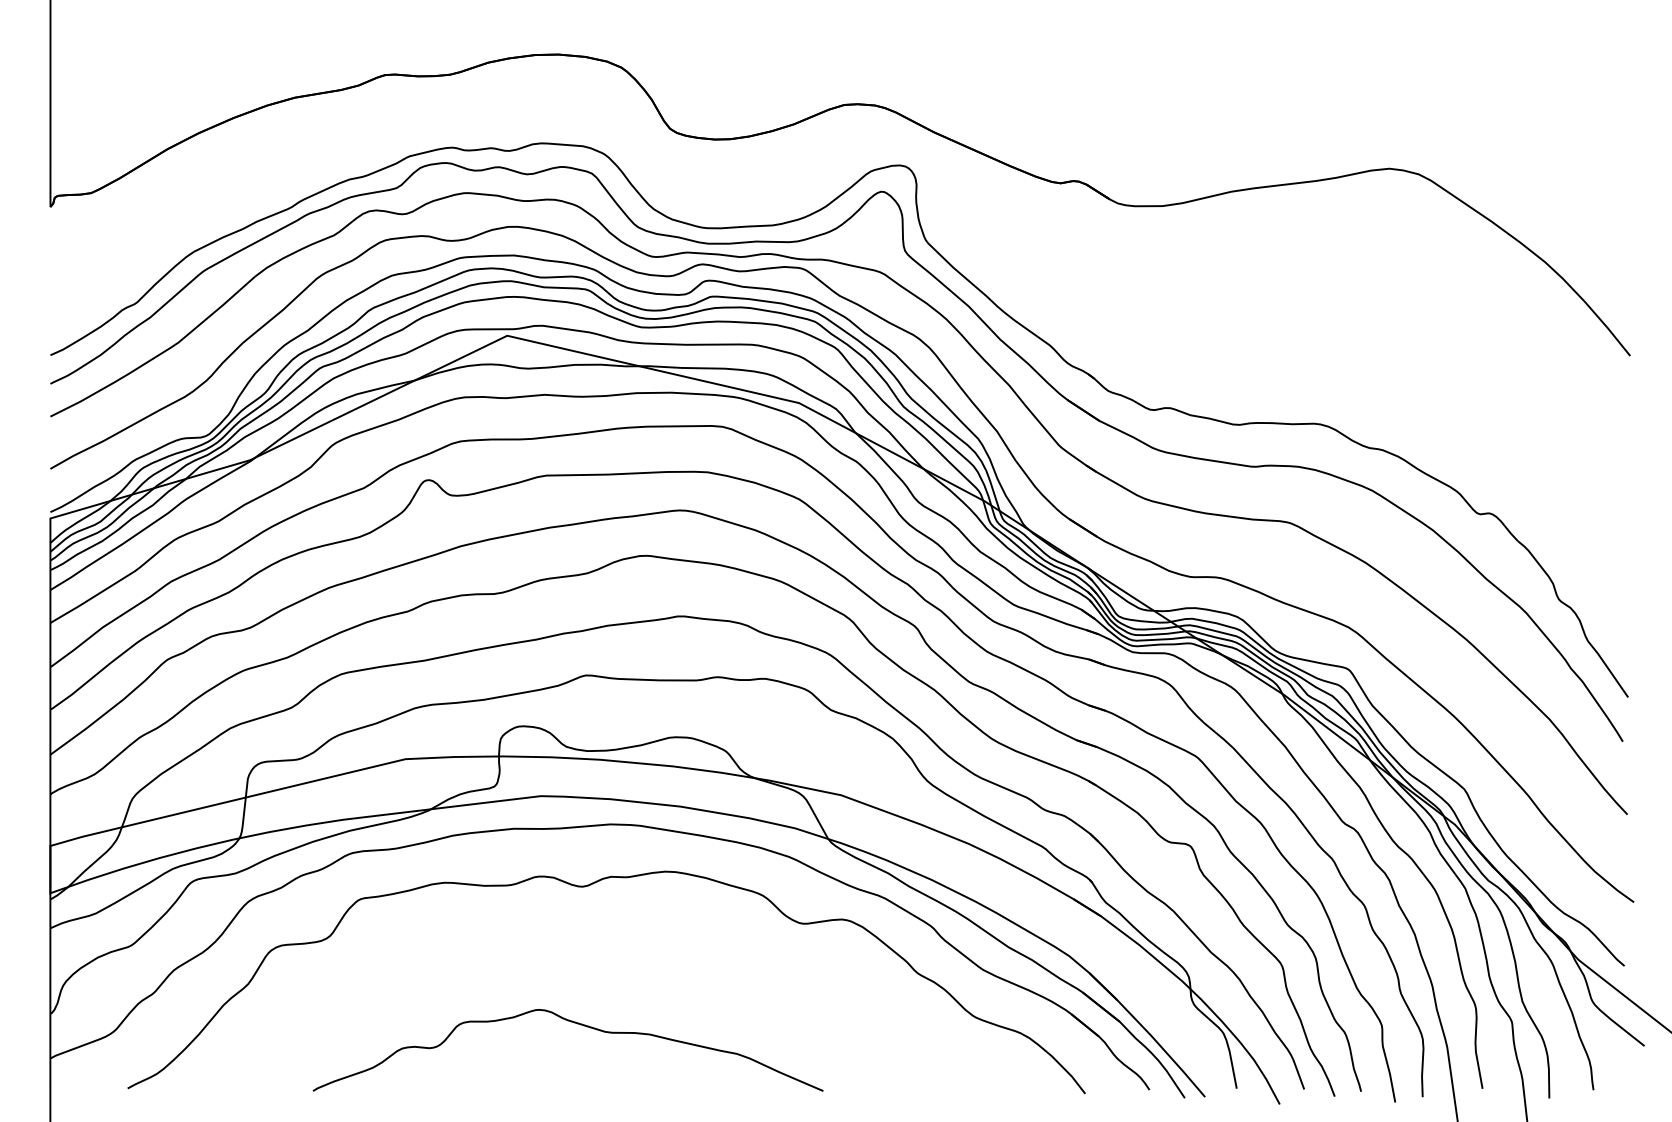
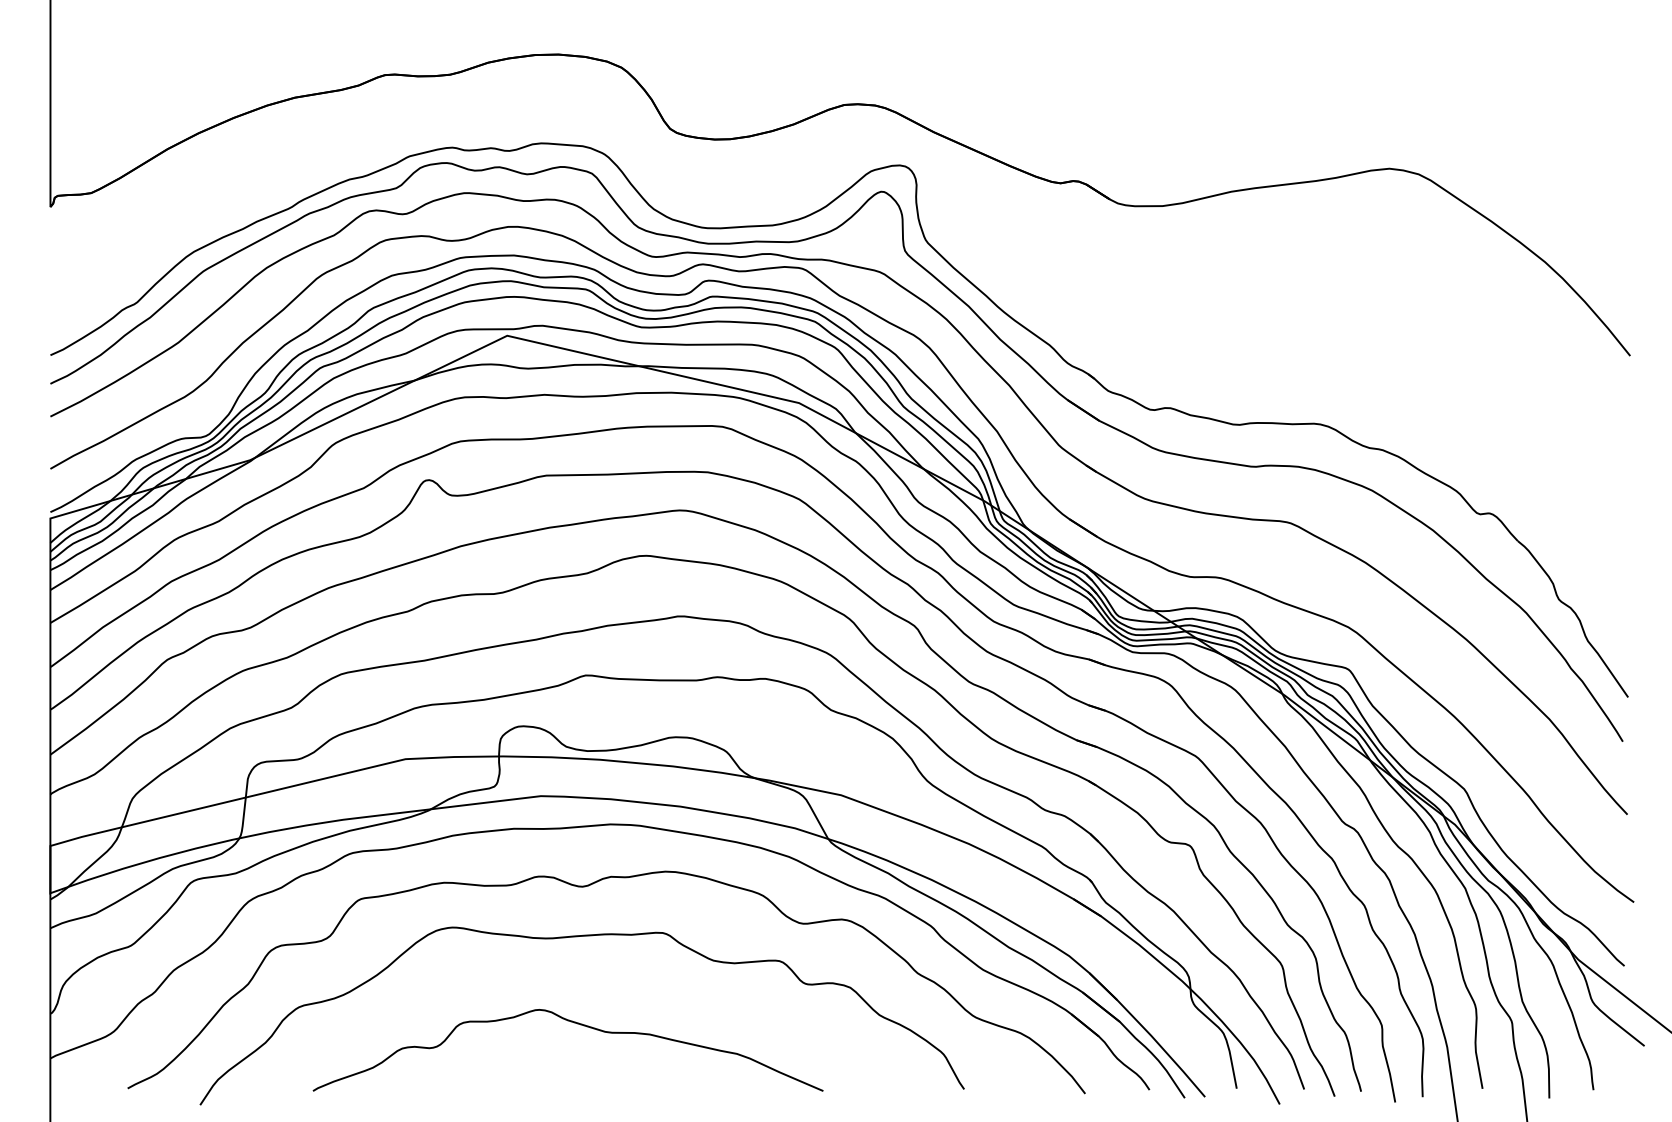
curve at (577, 937): none -> present
